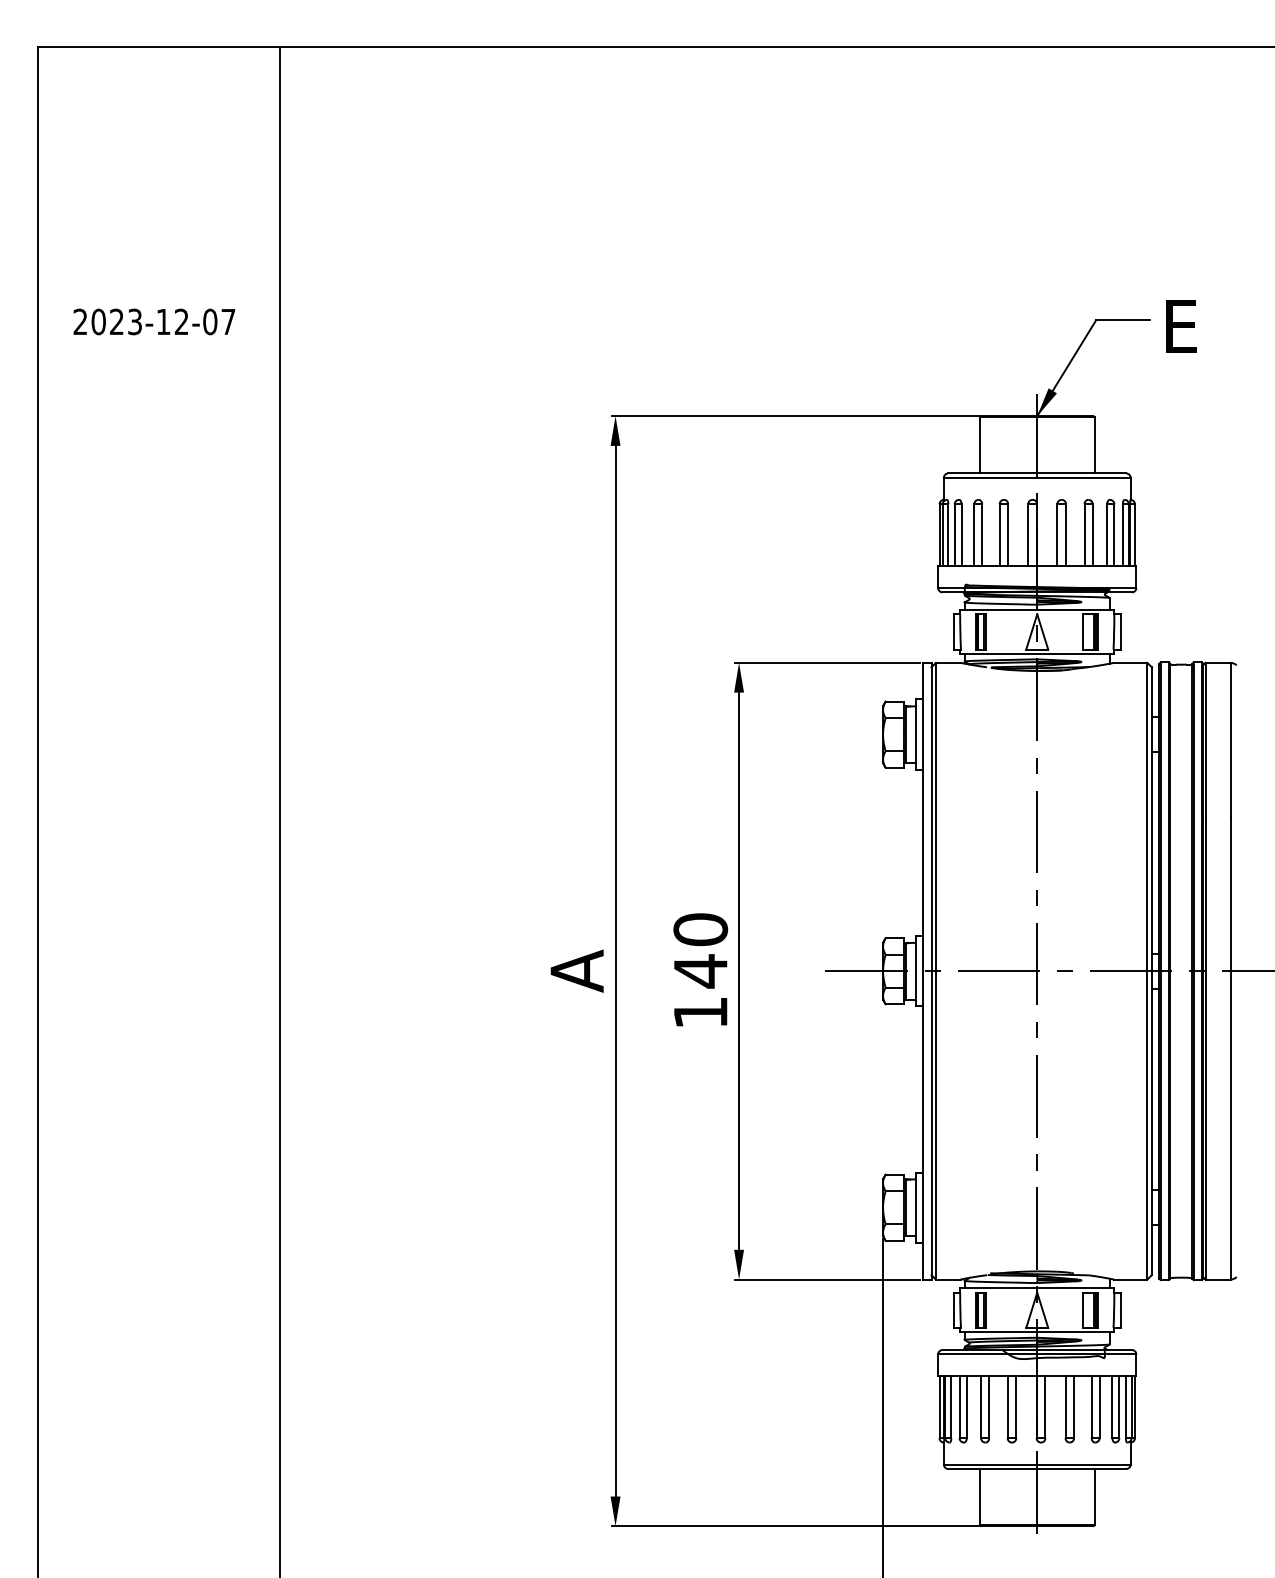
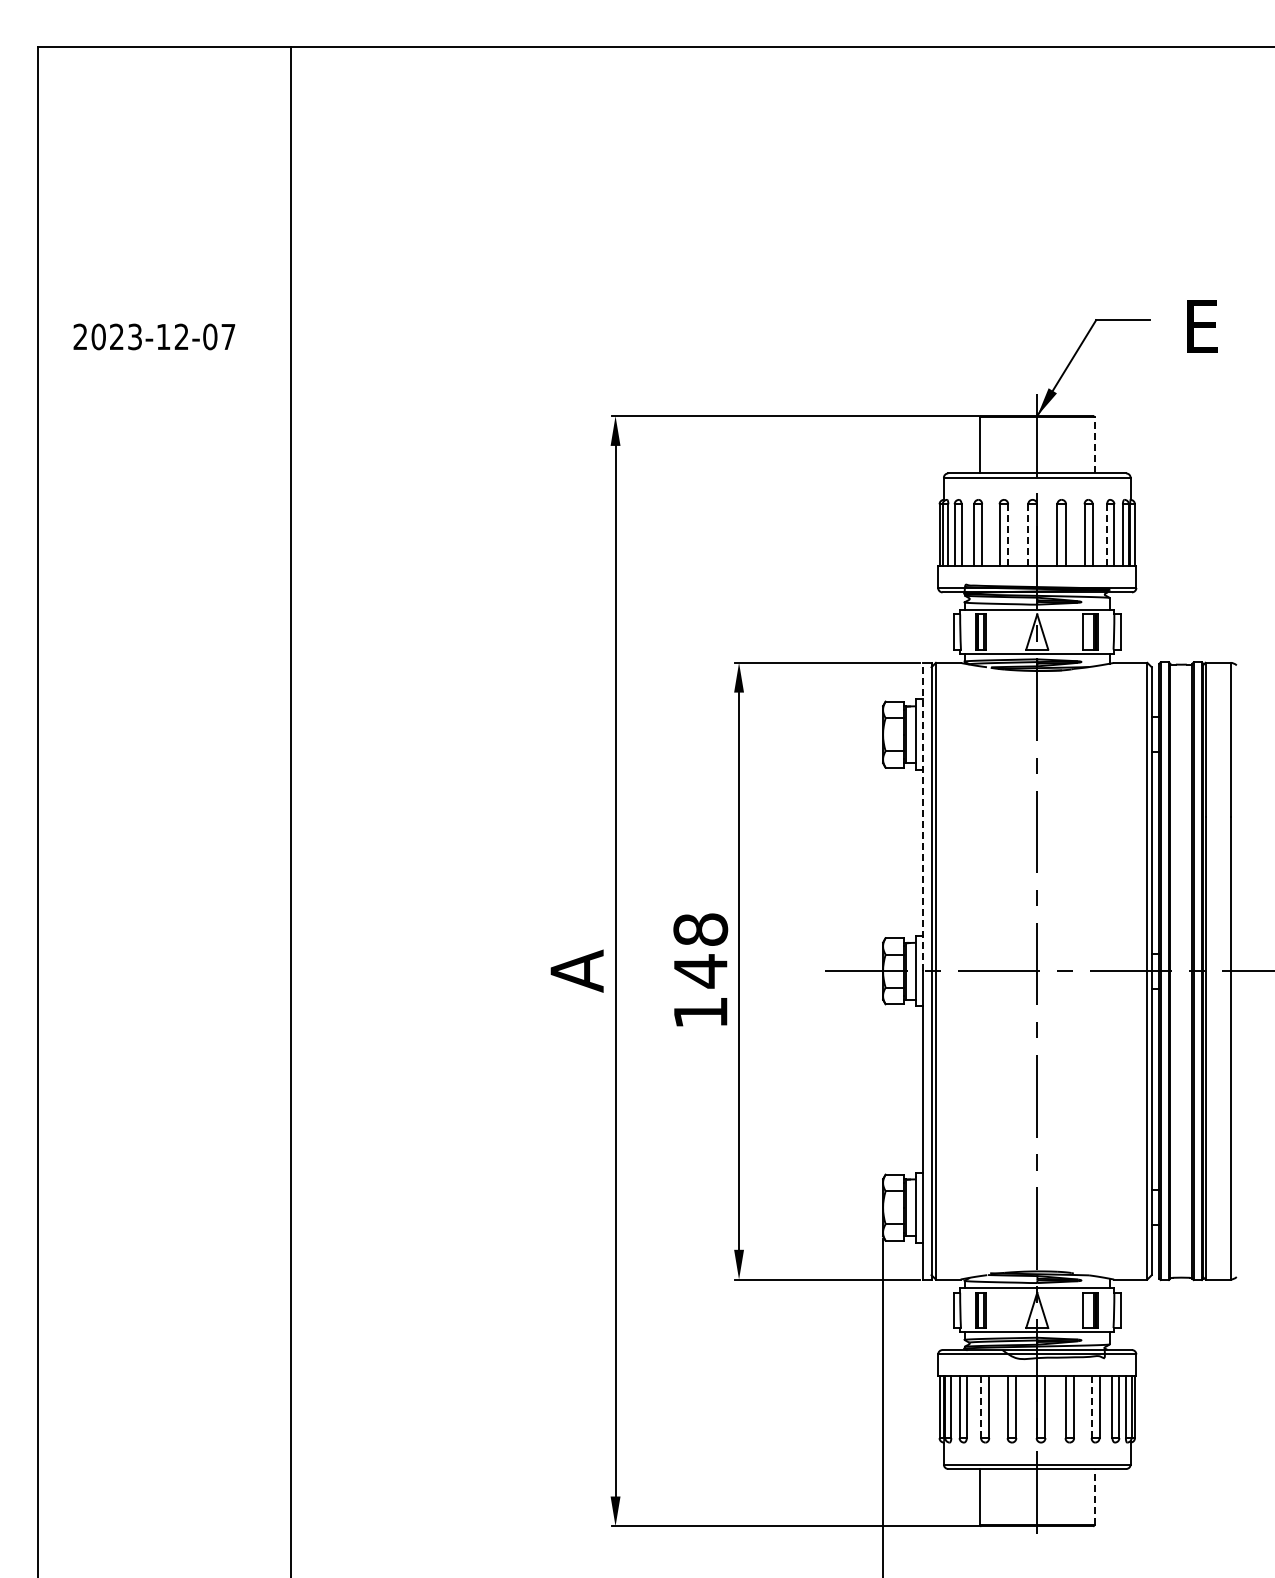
text at (154, 321) position: (154, 321) -> (154, 336)
text at (1181, 326) position: (1181, 326) -> (1202, 326)
line at (1094, 445): solid -> dashed
line at (1008, 535): solid -> dashed
line at (1028, 535): solid -> dashed
line at (1107, 535): solid -> dashed
line at (279, 810) position: (279, 810) -> (290, 810)
line at (922, 816): solid -> dashed
text at (700, 929): 140 -> 148
line at (981, 1407): solid -> dashed
line at (1091, 1407): solid -> dashed
line at (1094, 1496): solid -> dashed
